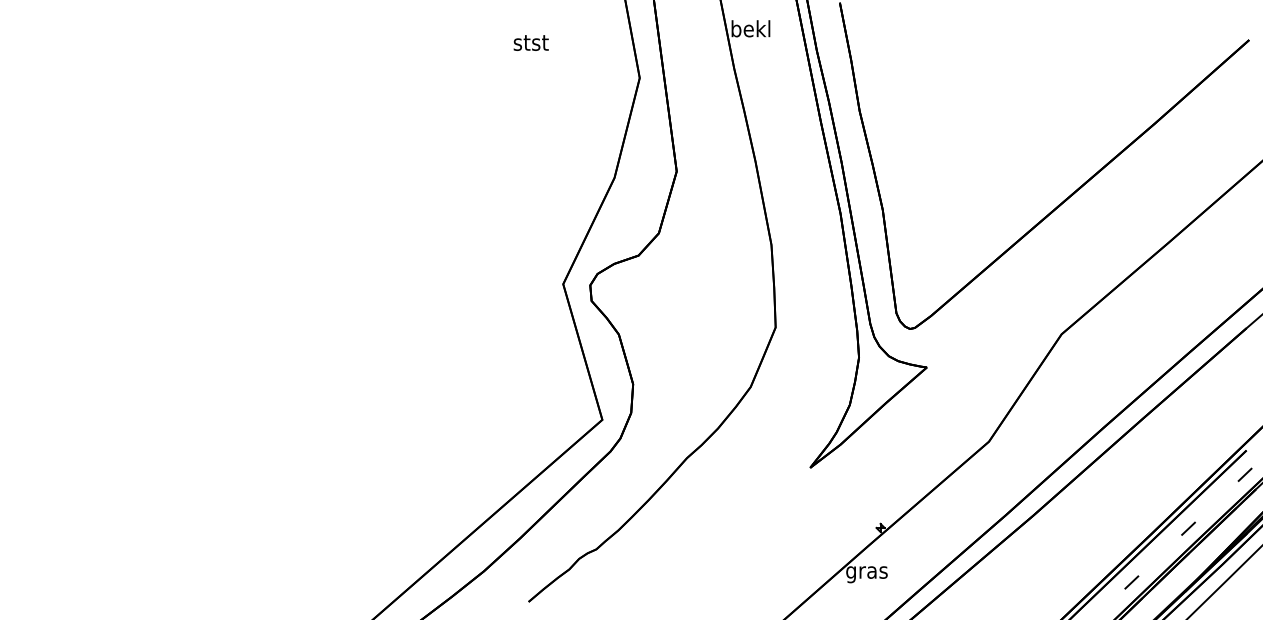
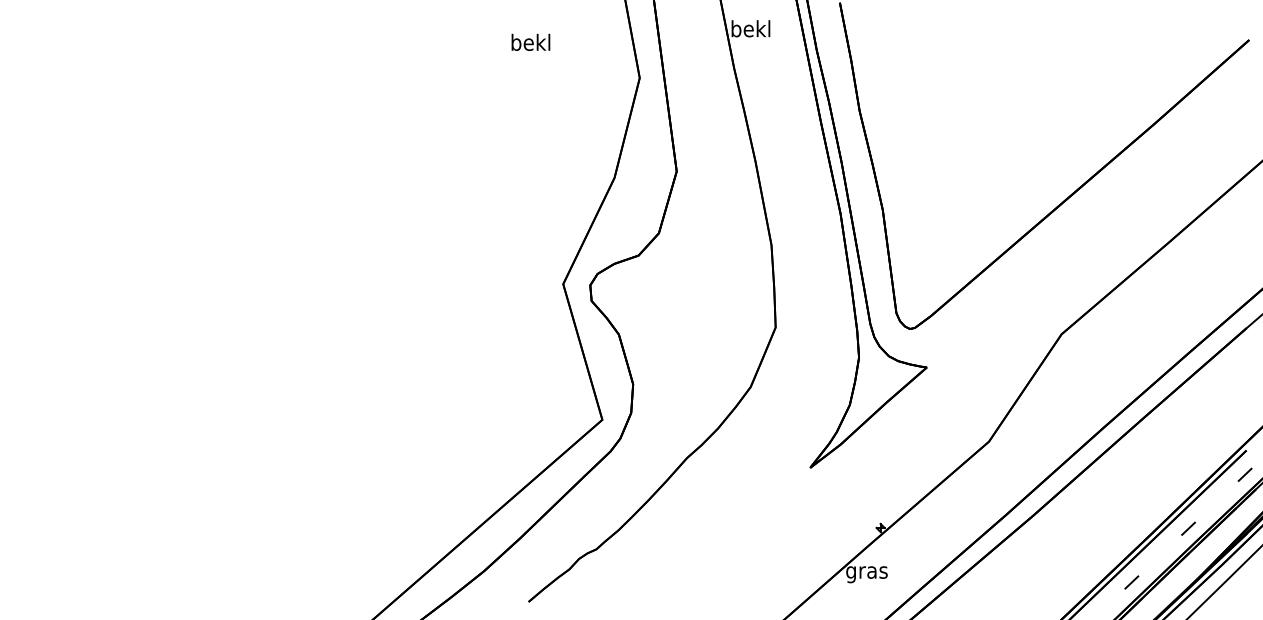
text at (530, 41): stst -> bekl
